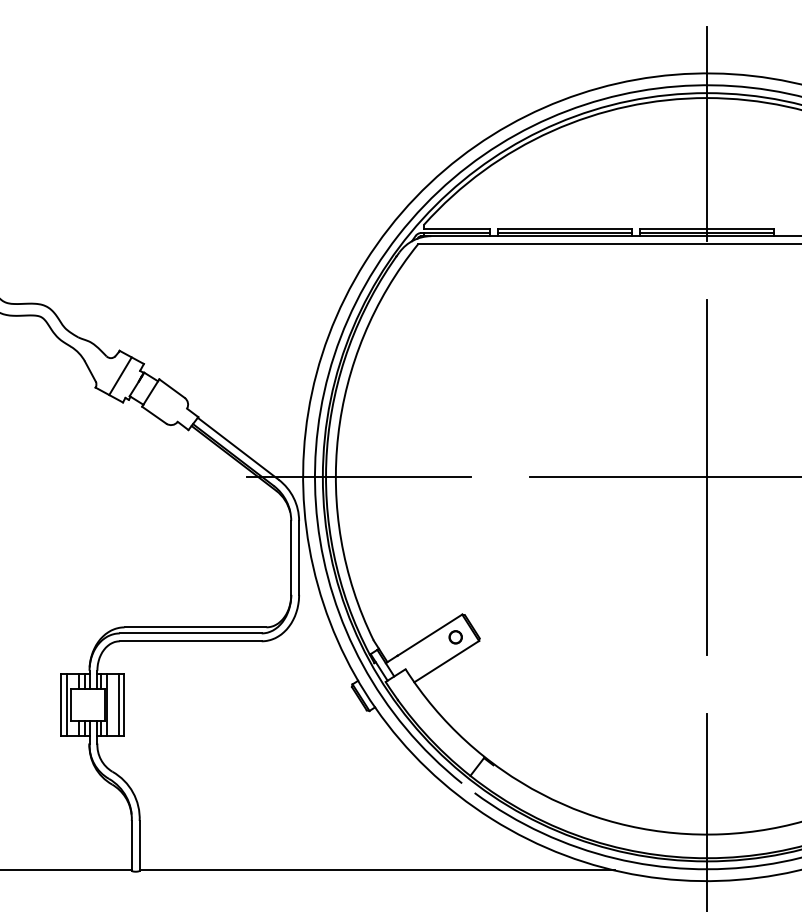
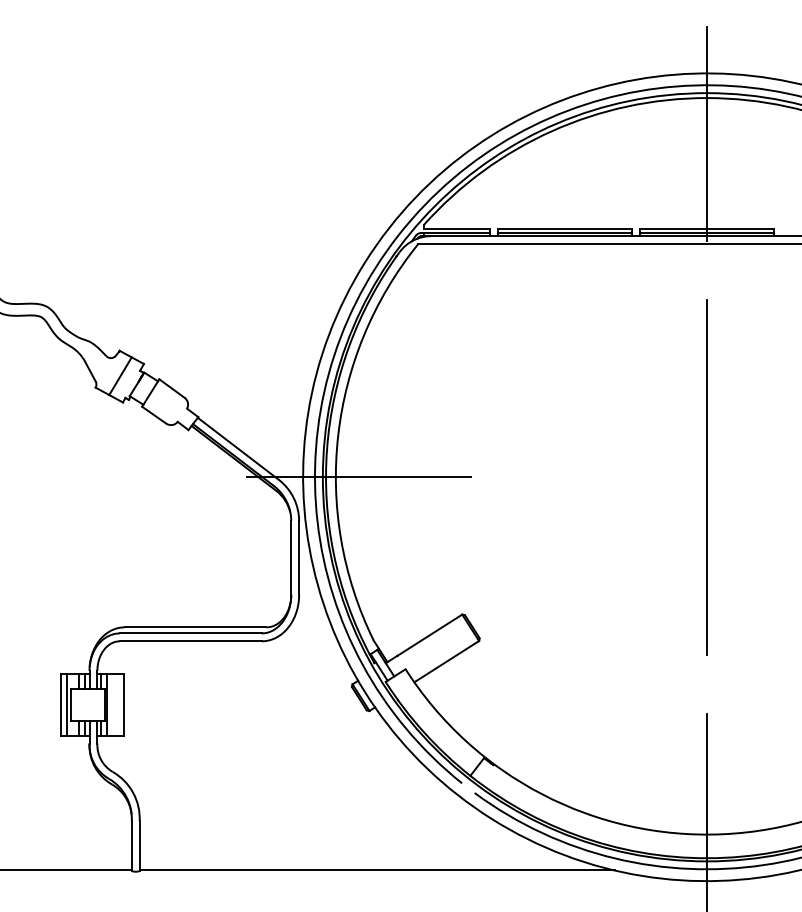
line at (663, 477): present -> none
circle at (455, 637): present -> none
line at (119, 704): present -> none
